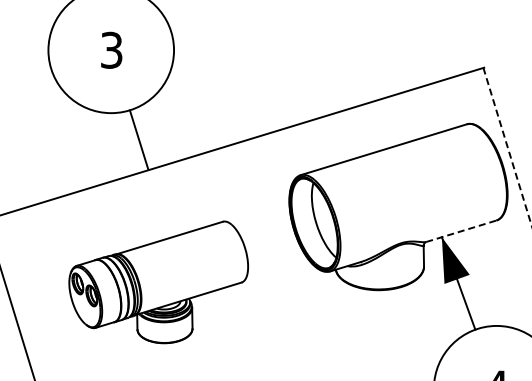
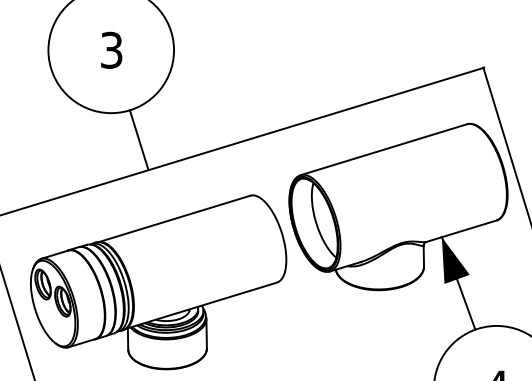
line at (507, 147): dashed -> solid
line at (461, 231): dashed -> solid
part at (158, 282) size: 181x125 px -> 258x177 px
